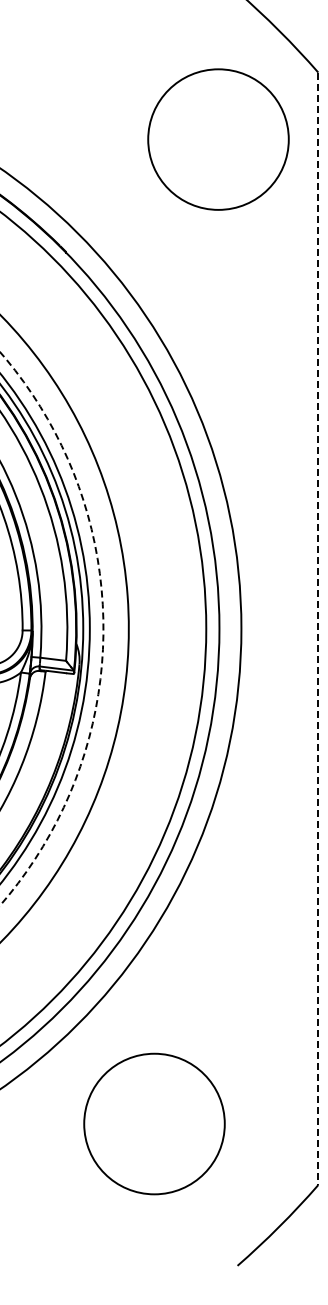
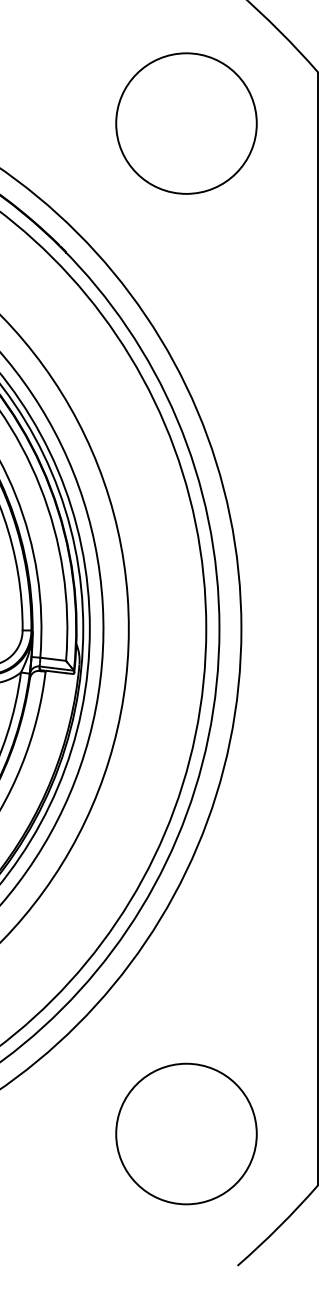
circle at (218, 139) position: (218, 139) -> (186, 123)
arc at (103, 627): dashed -> solid
line at (318, 629): dashed -> solid
circle at (154, 1123) position: (154, 1123) -> (186, 1133)
